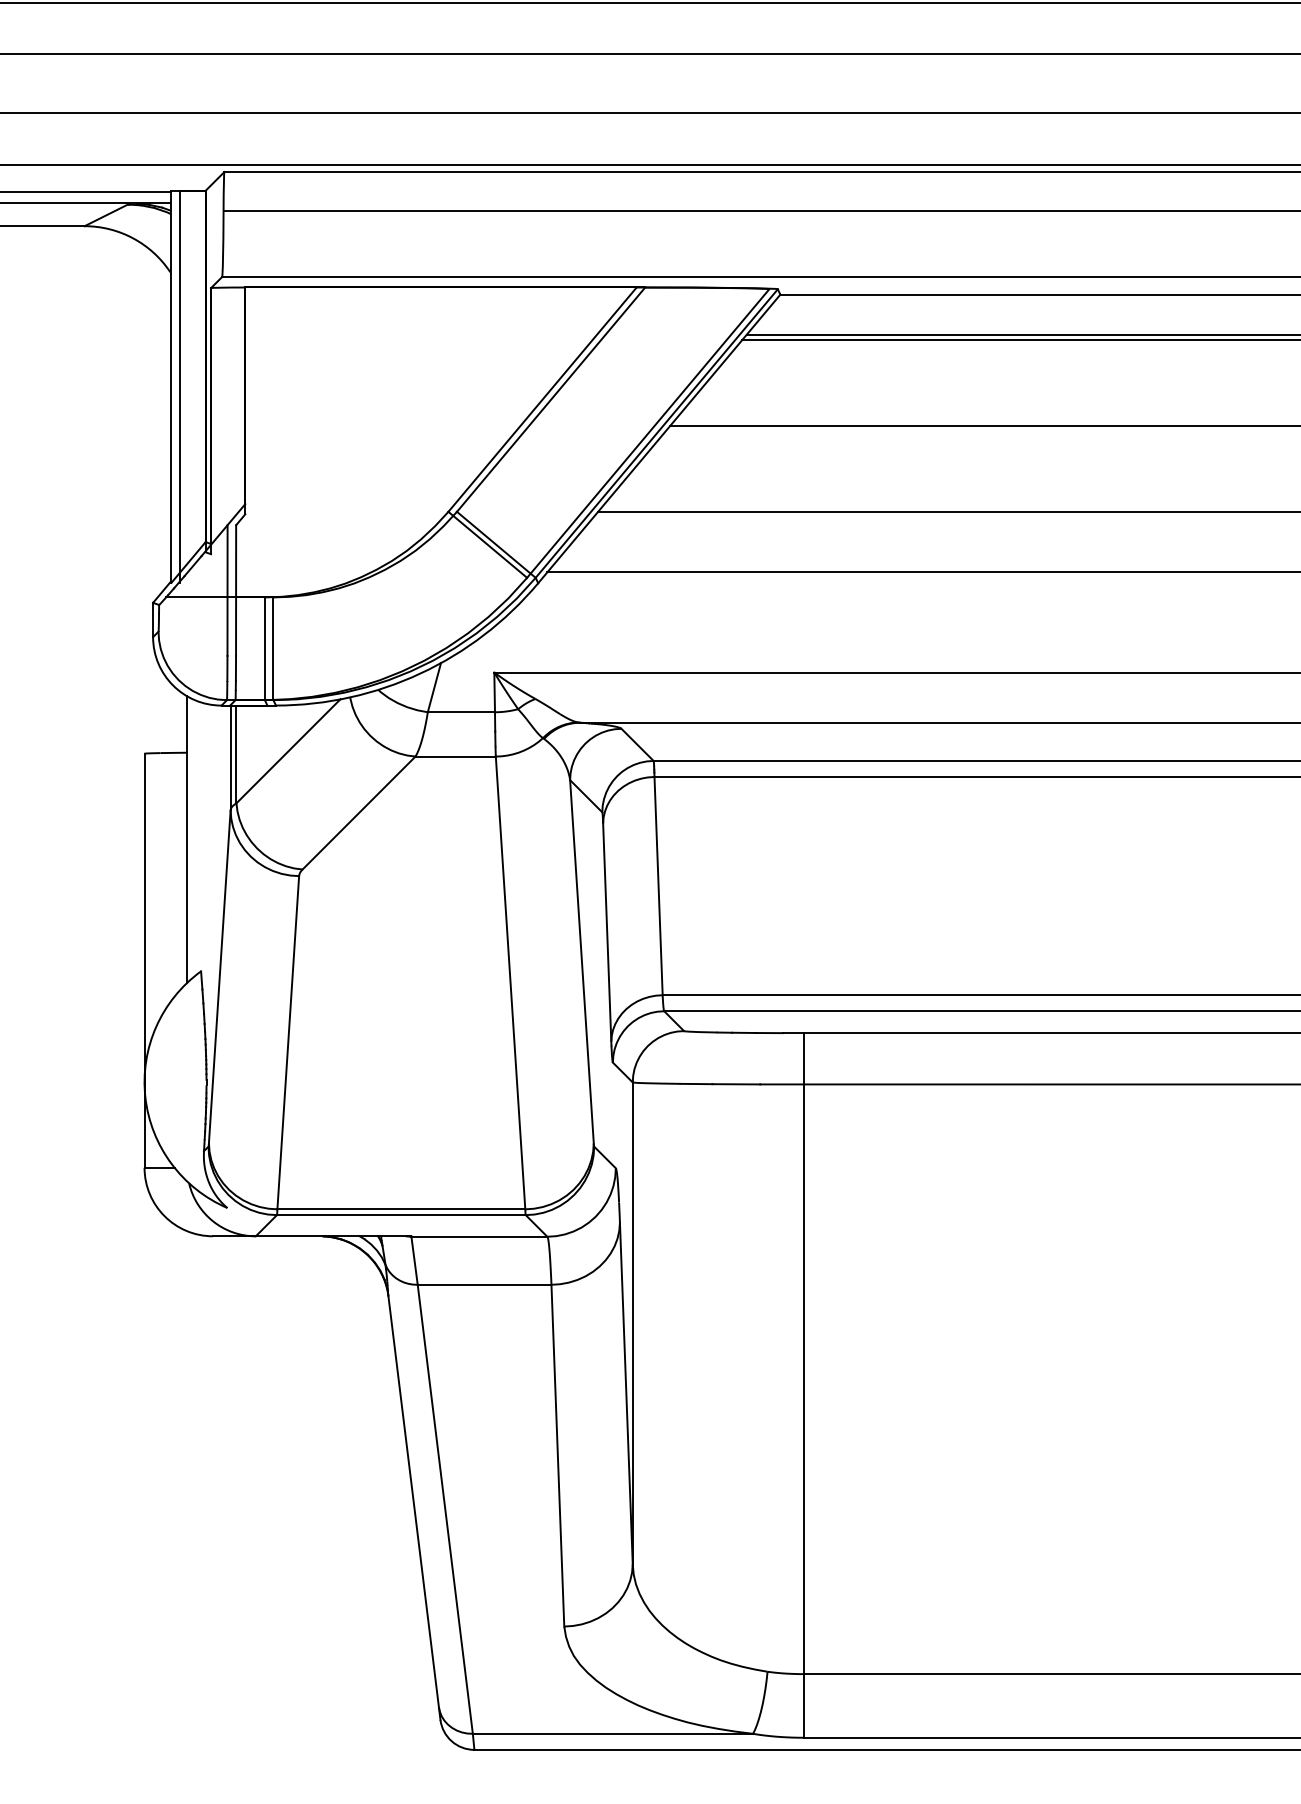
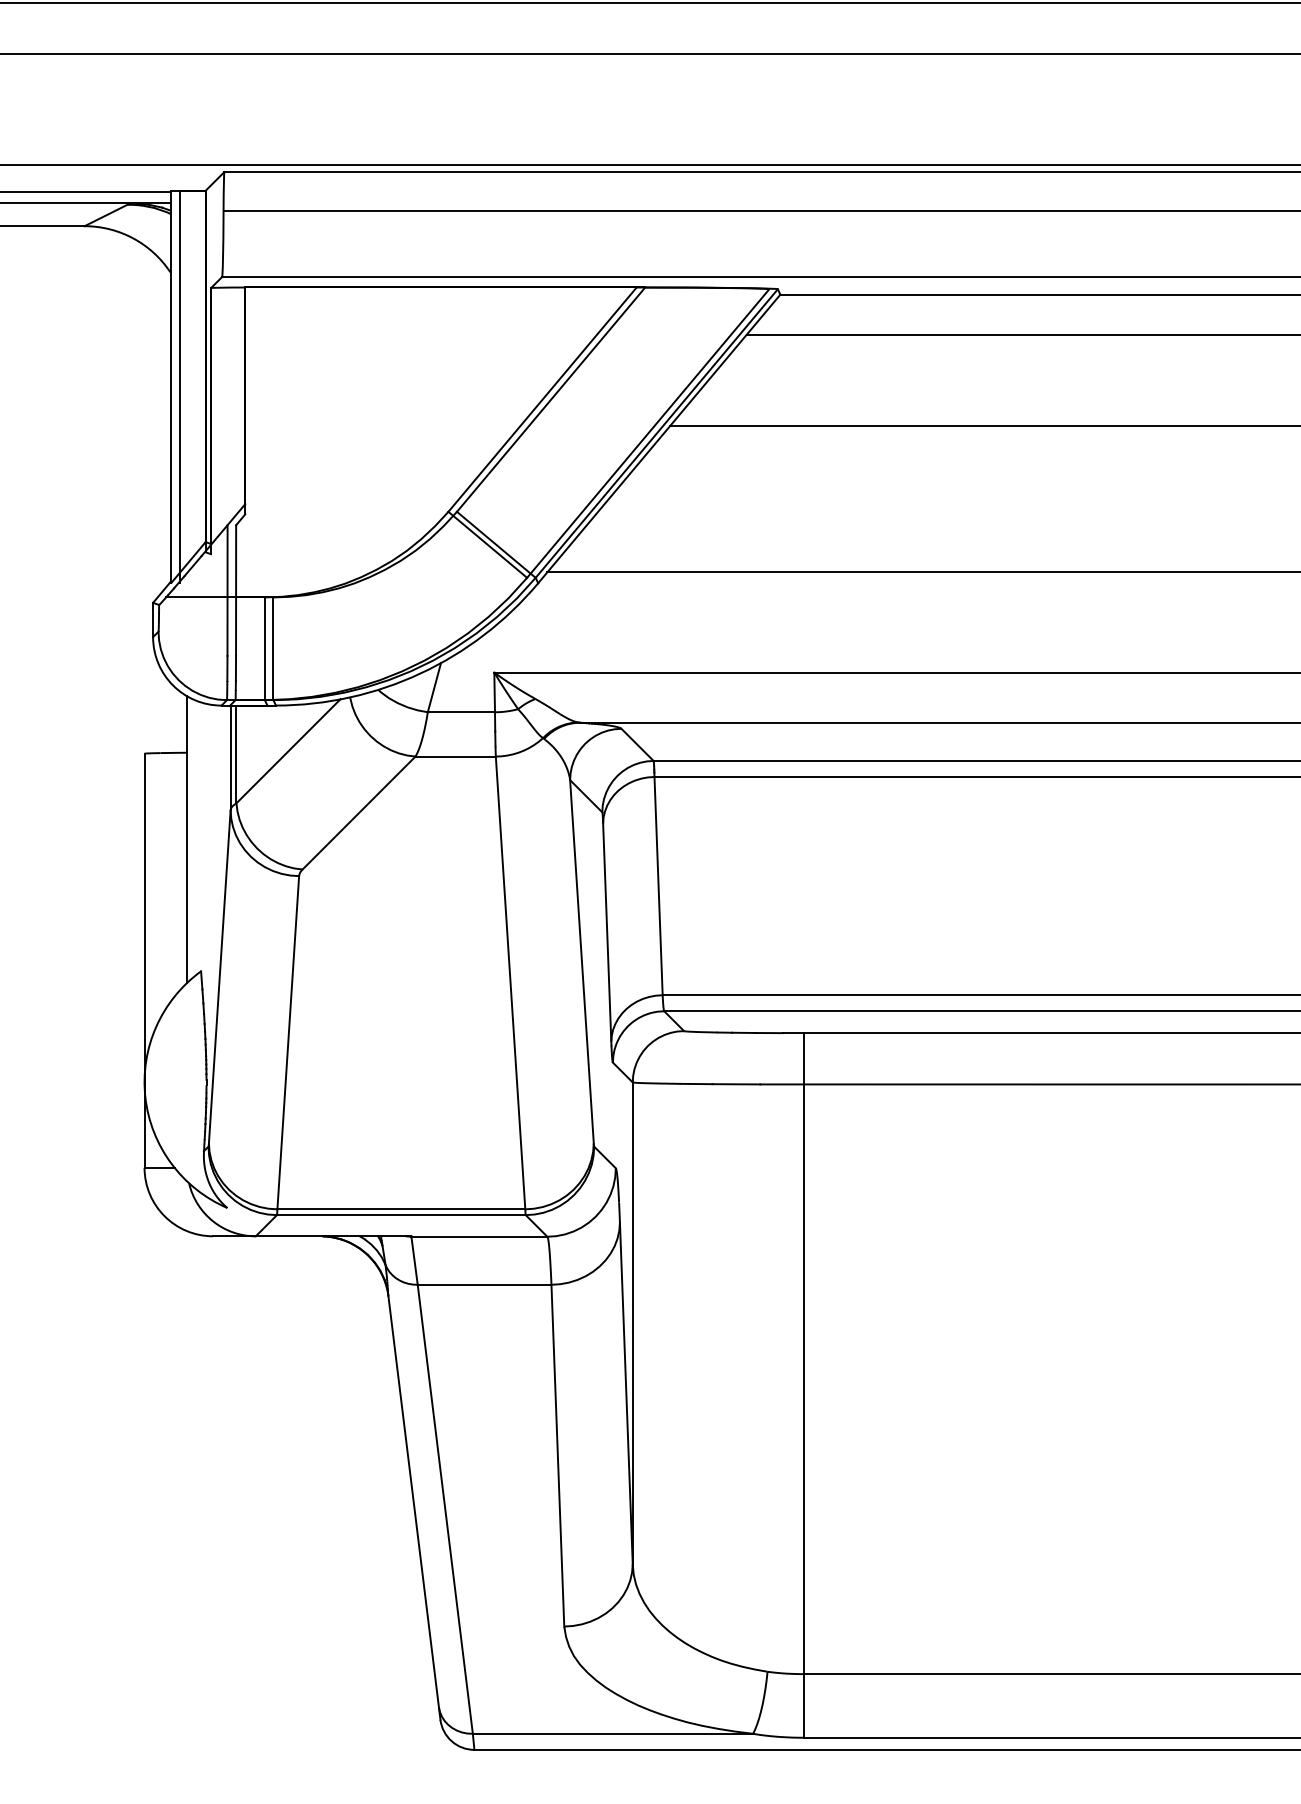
line at (649, 113): present -> none
line at (1019, 340): present -> none
line at (947, 511): present -> none
